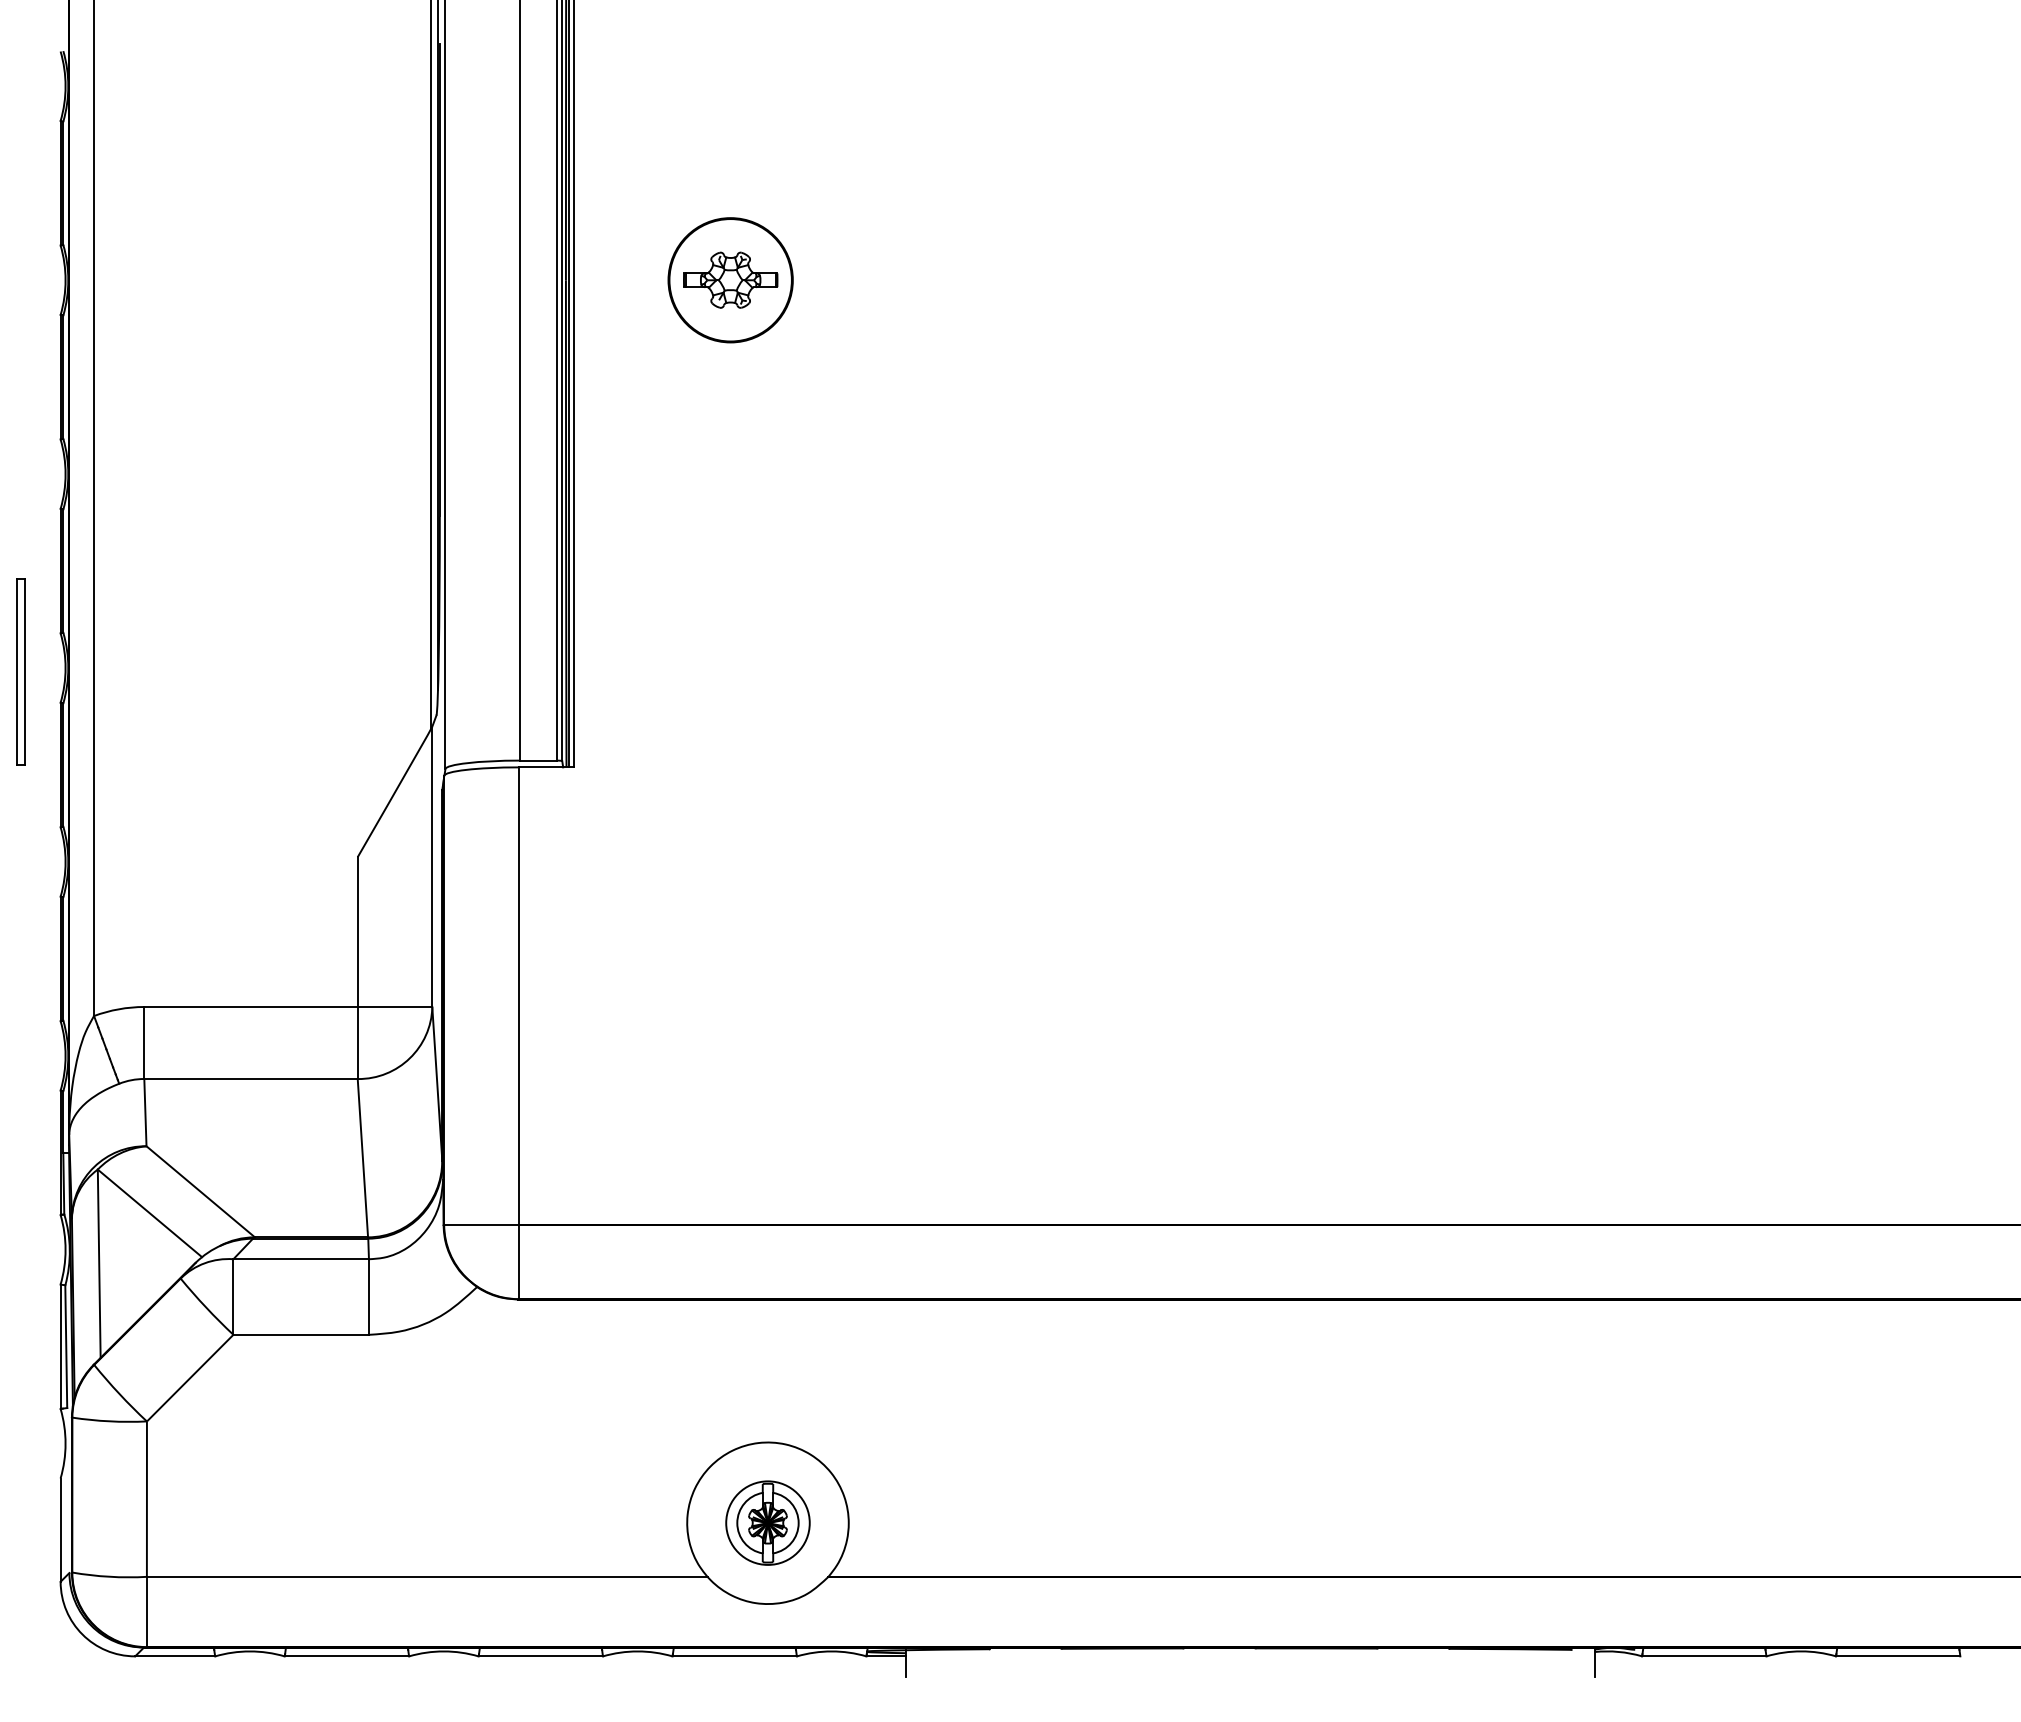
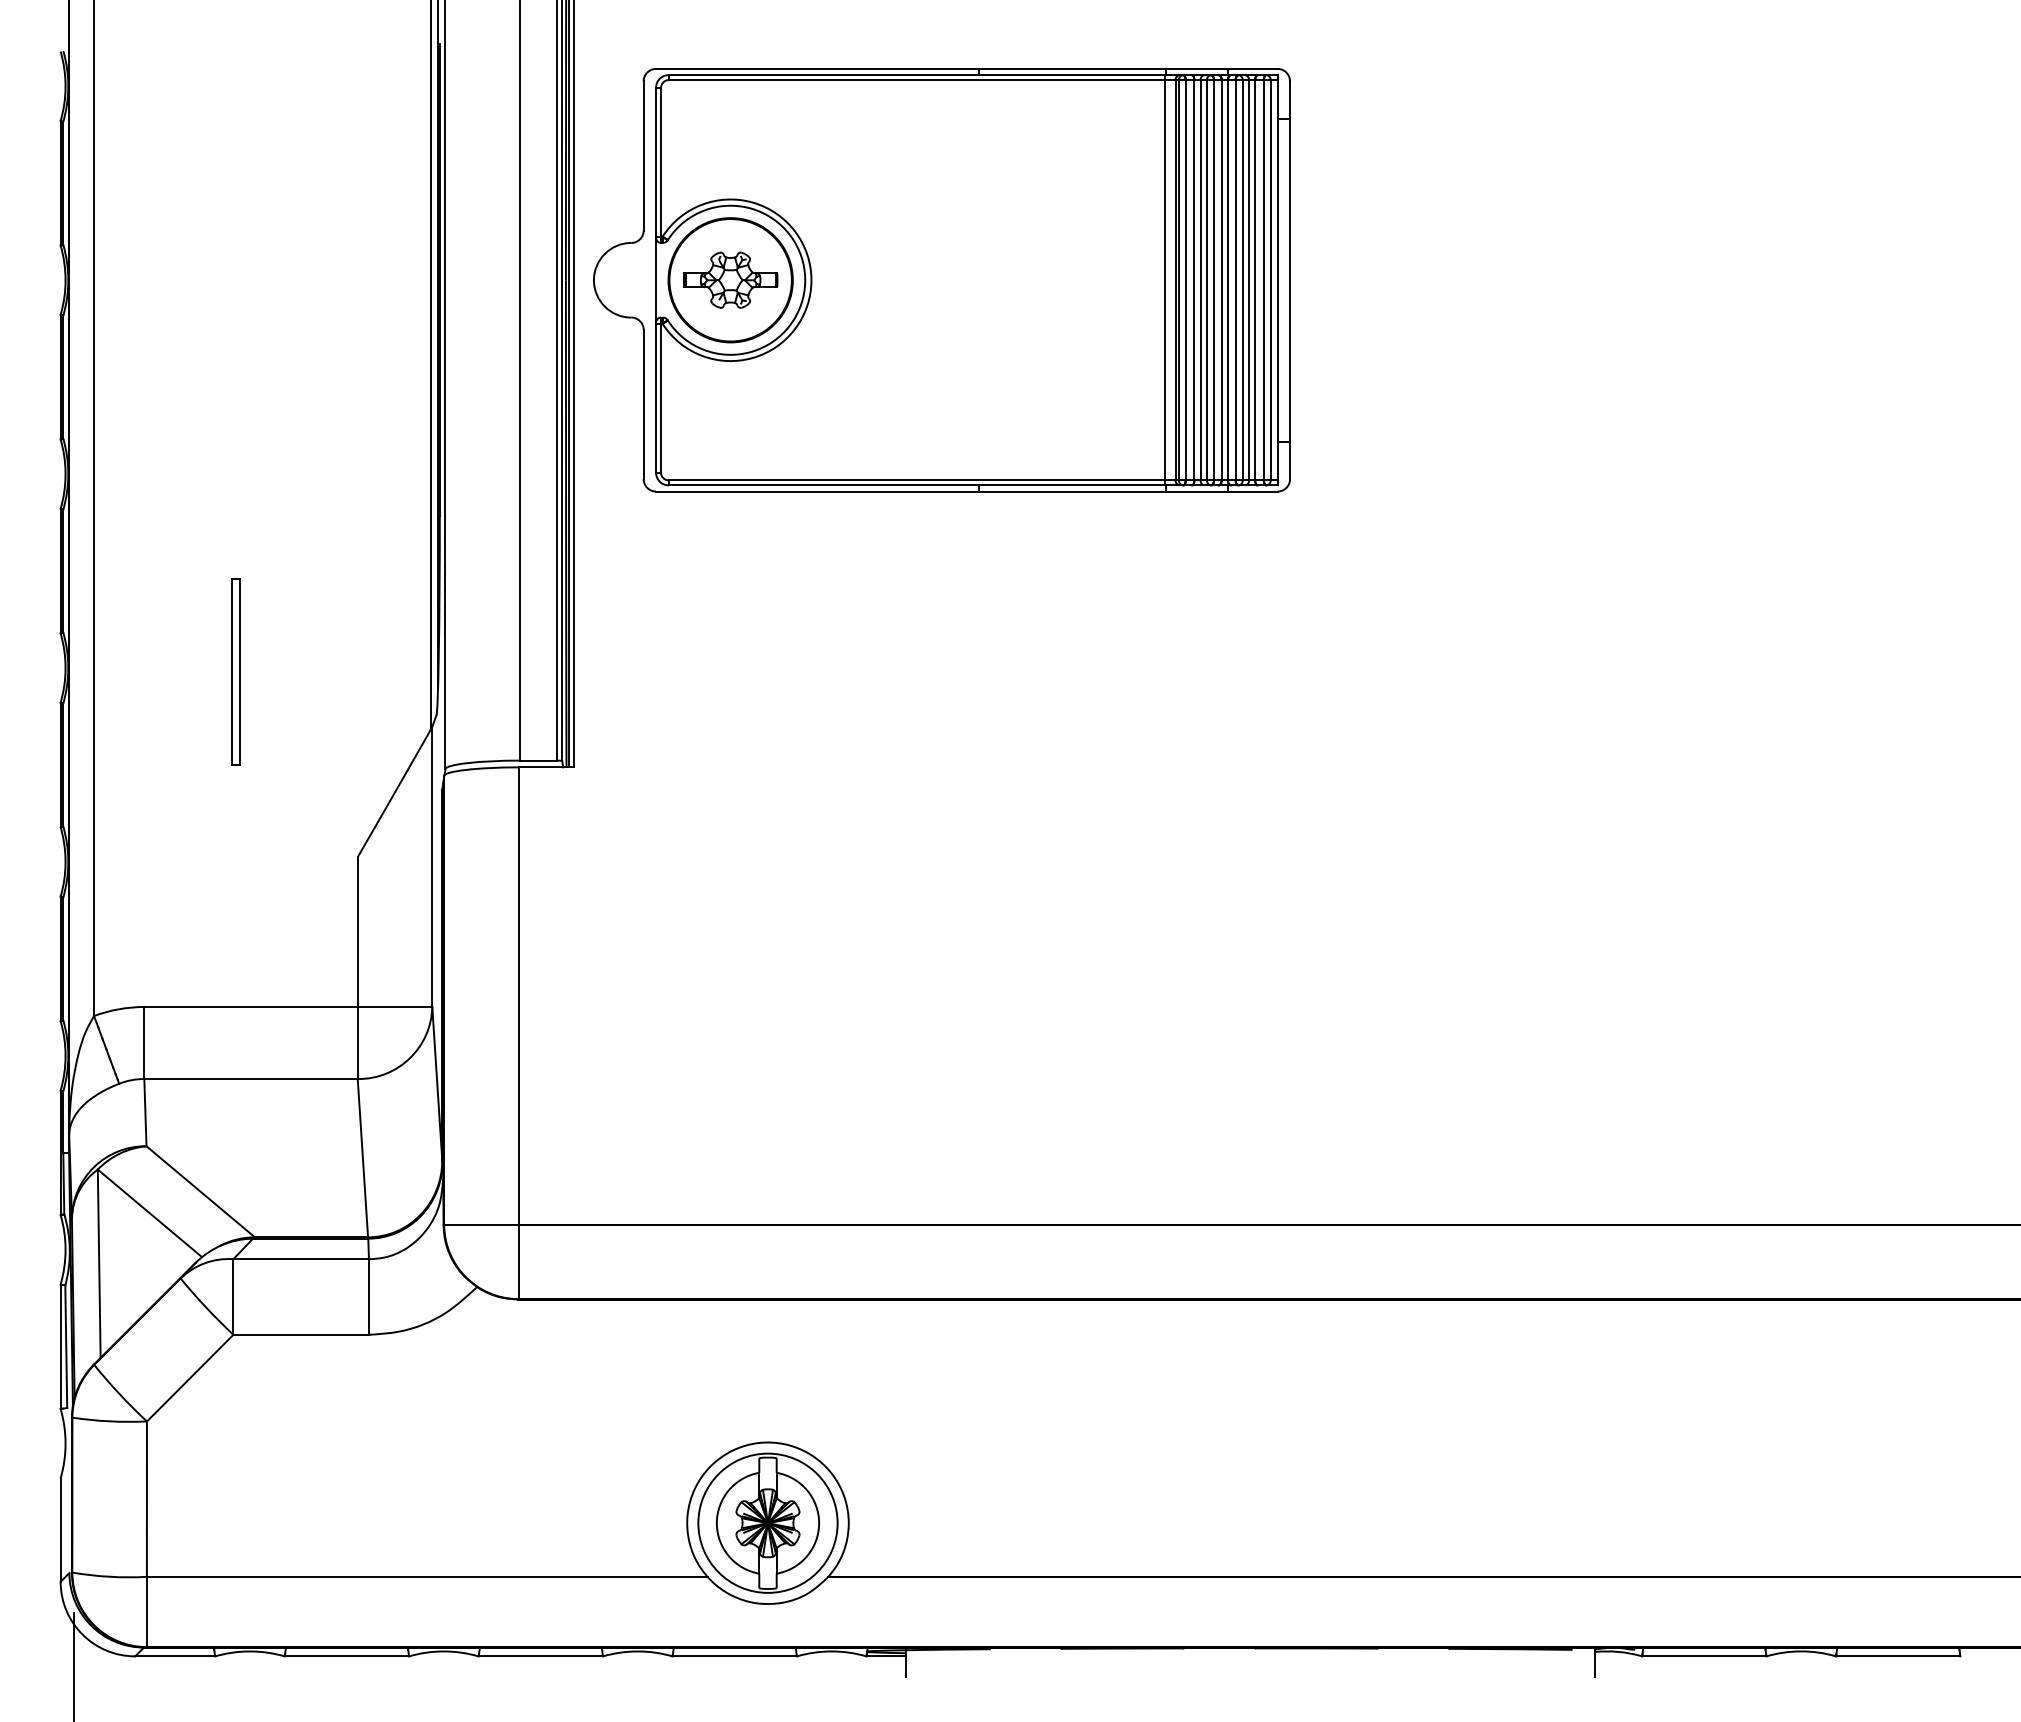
part at (941, 280): none -> present
part at (20, 671) position: (20, 671) -> (235, 671)
part at (767, 1522) size: 86x86 px -> 142x142 px
line at (73, 1665): none -> present
